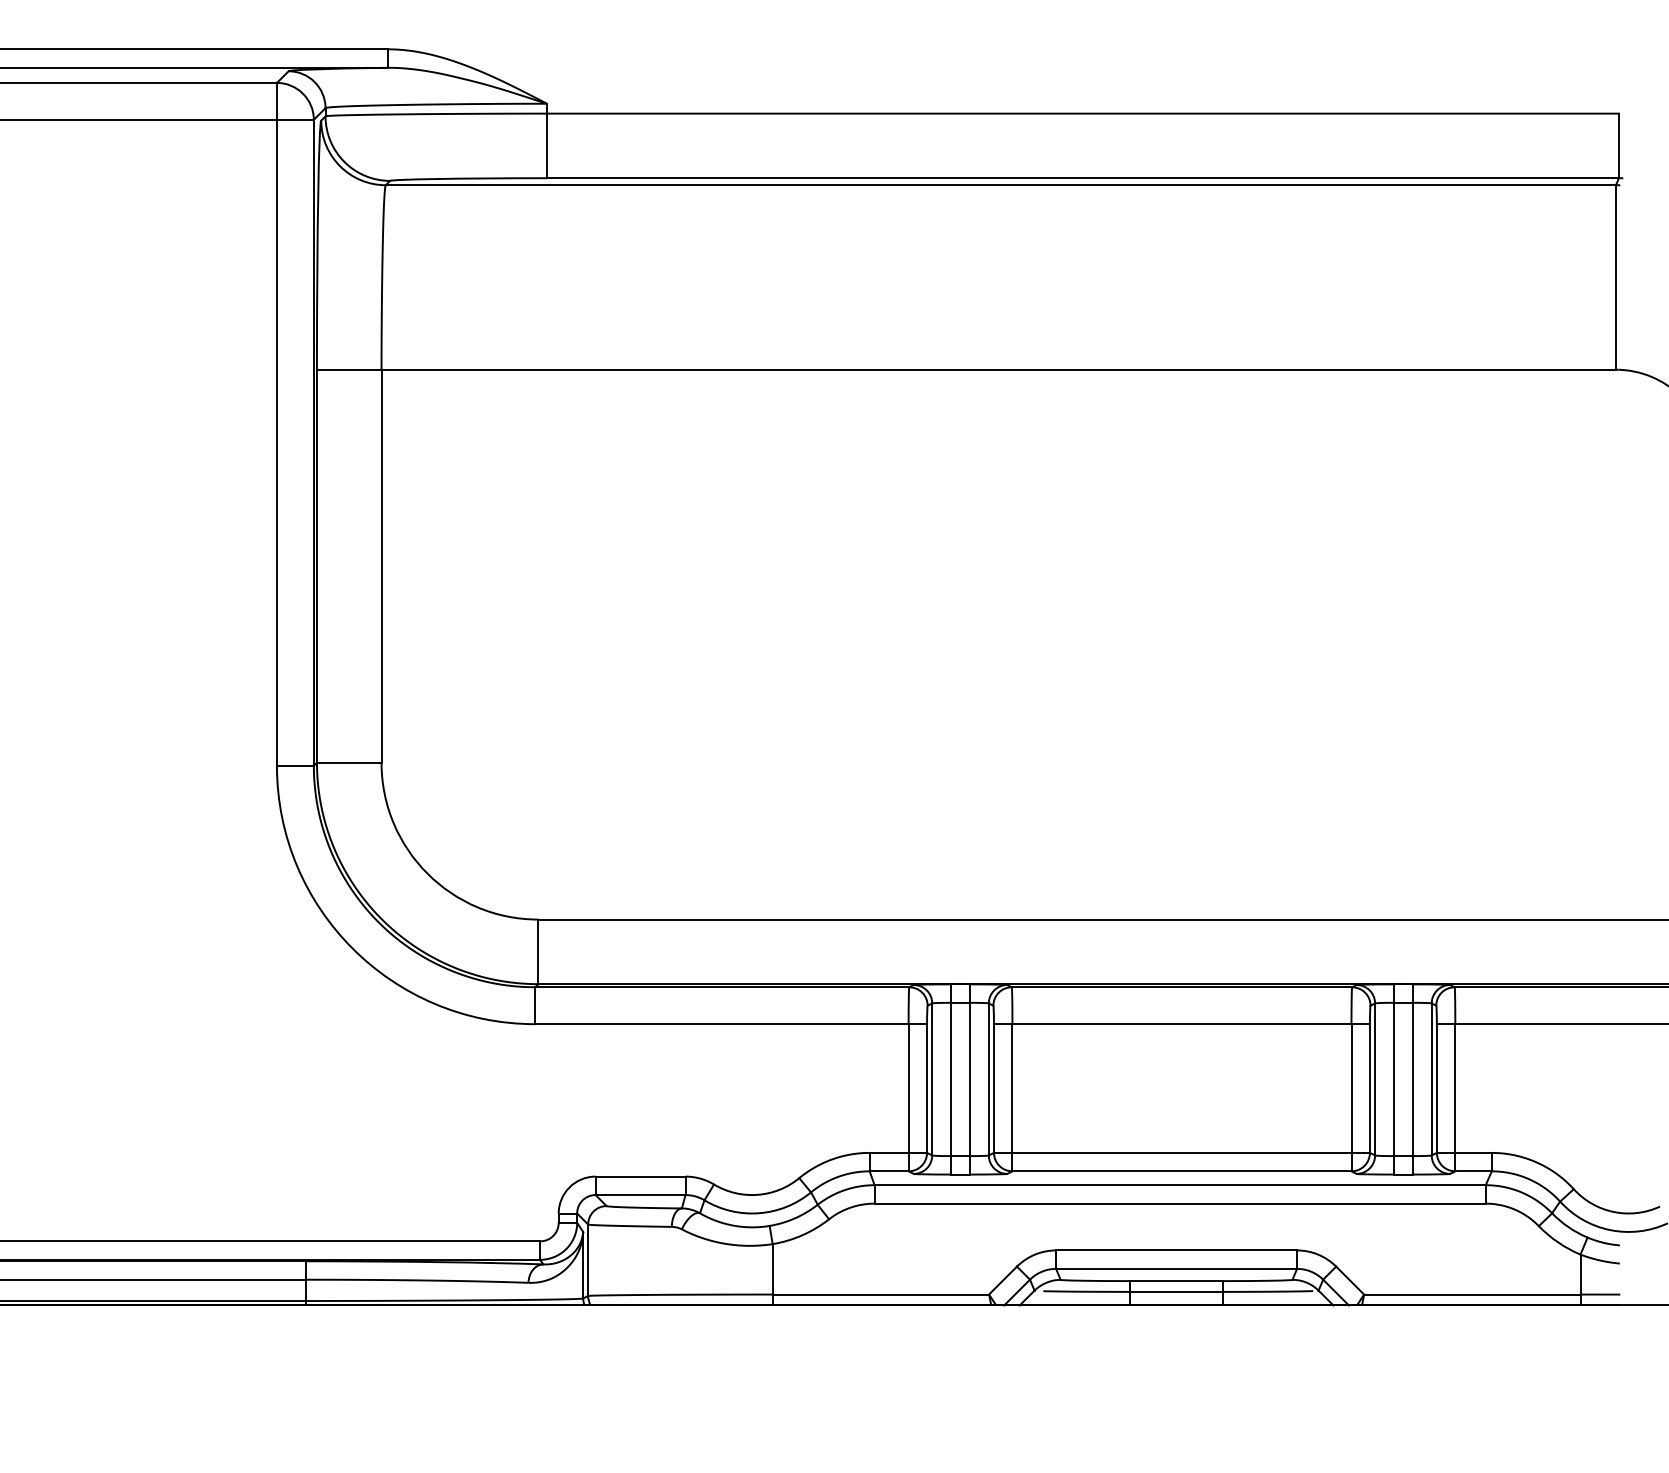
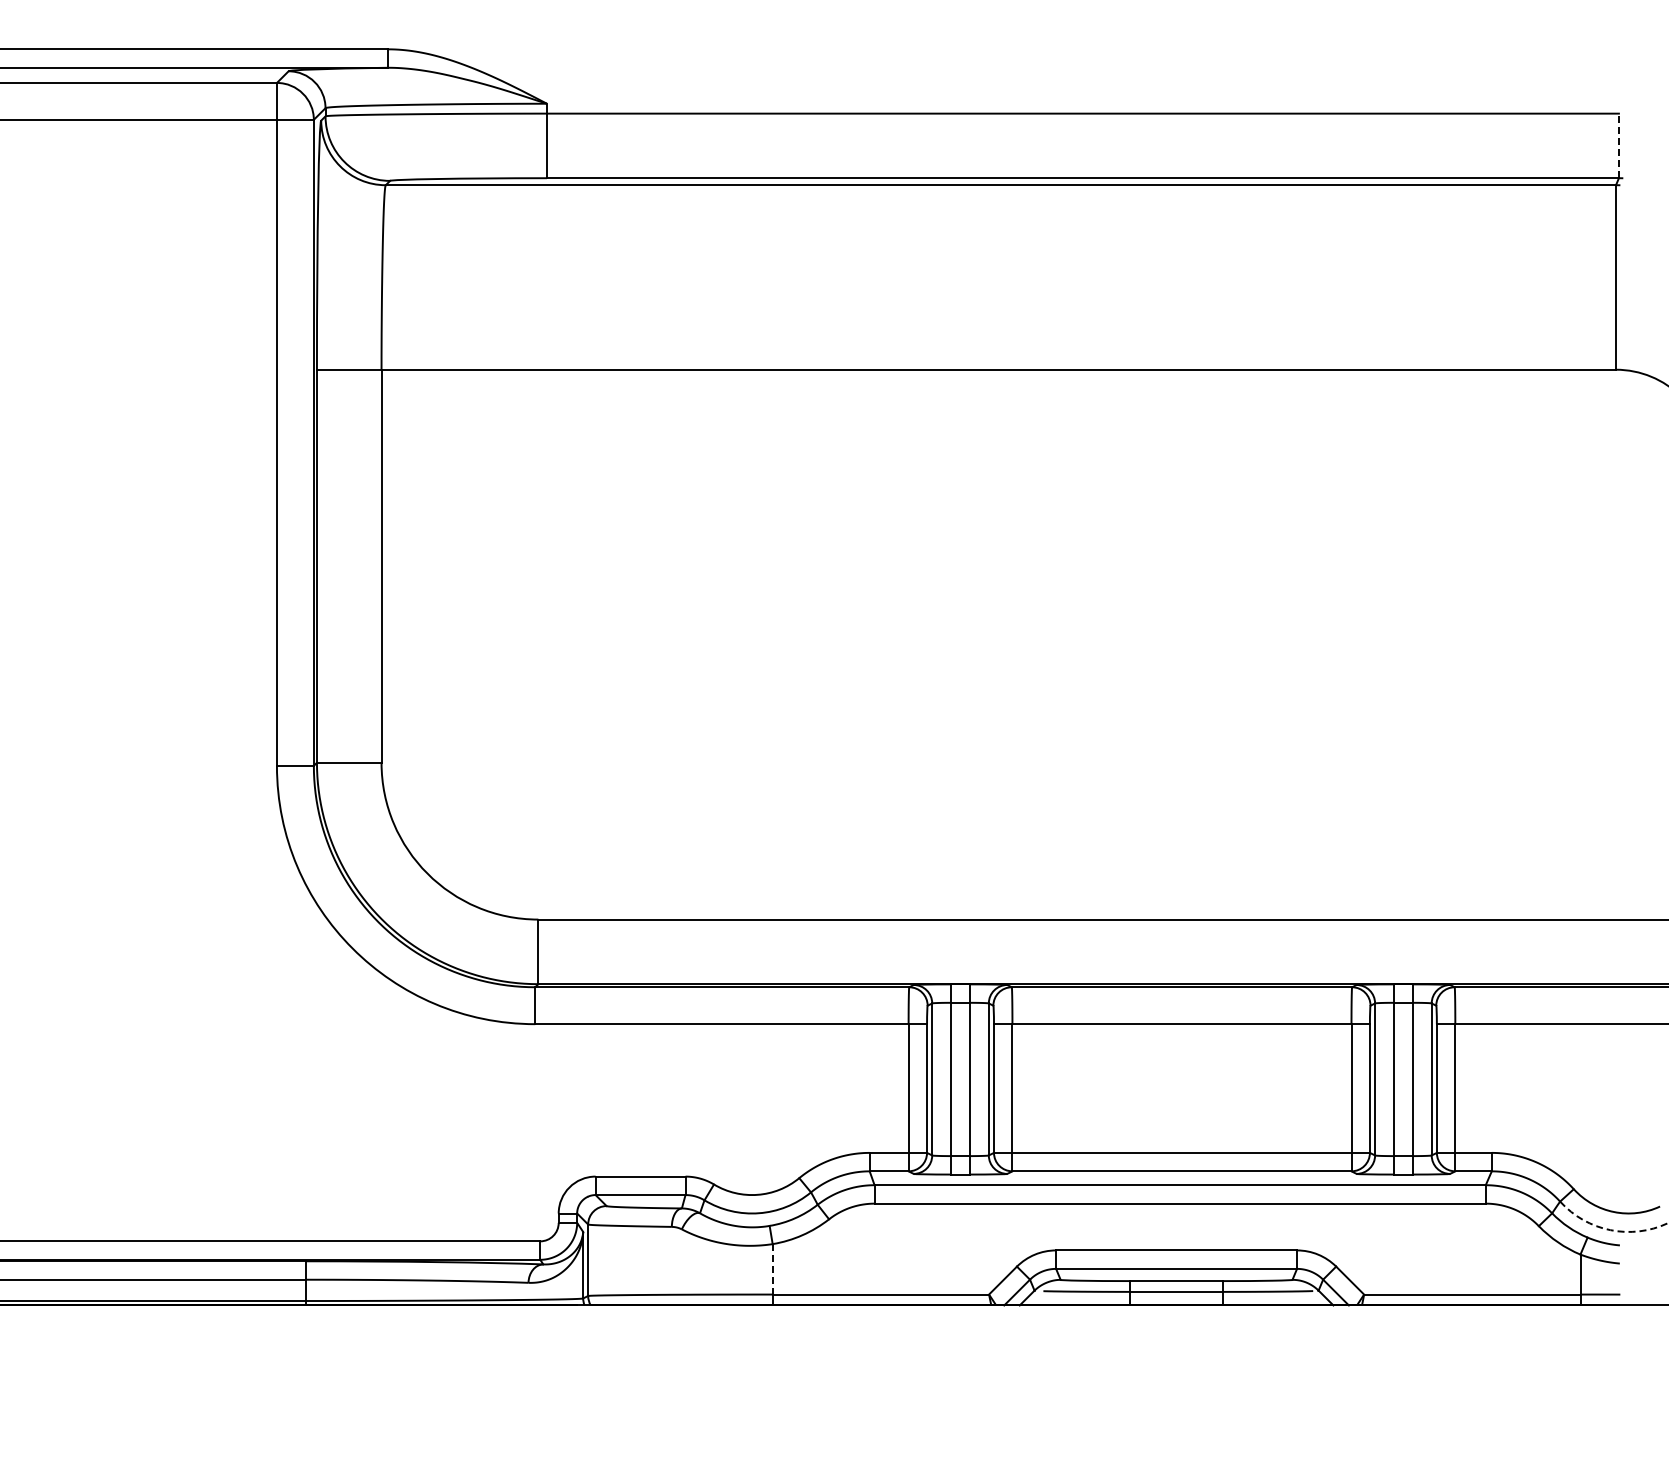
line at (1618, 145): solid -> dashed
arc at (1610, 1230): solid -> dashed
line at (772, 1269): solid -> dashed
